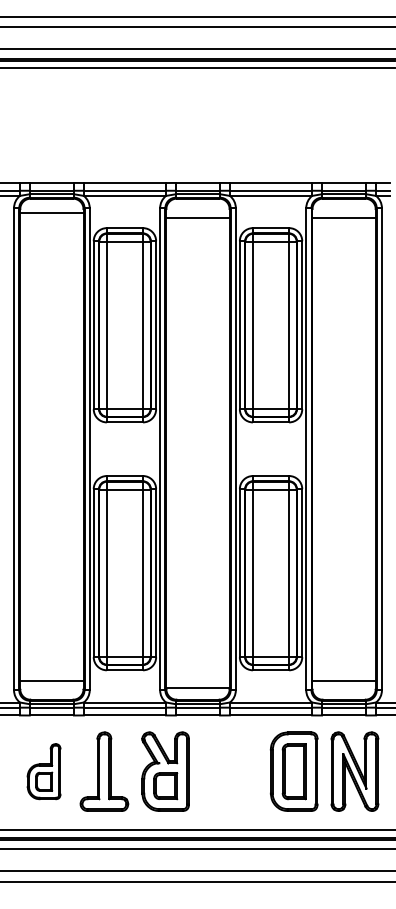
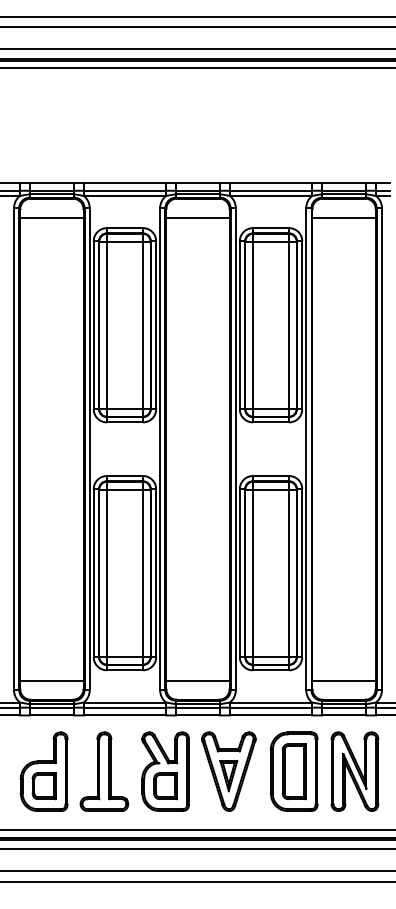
line at (51, 212) position: (51, 212) -> (51, 217)
line at (197, 687) position: (197, 687) -> (197, 680)
part at (43, 771) size: 36x58 px -> 50x81 px
part at (228, 771): none -> present
